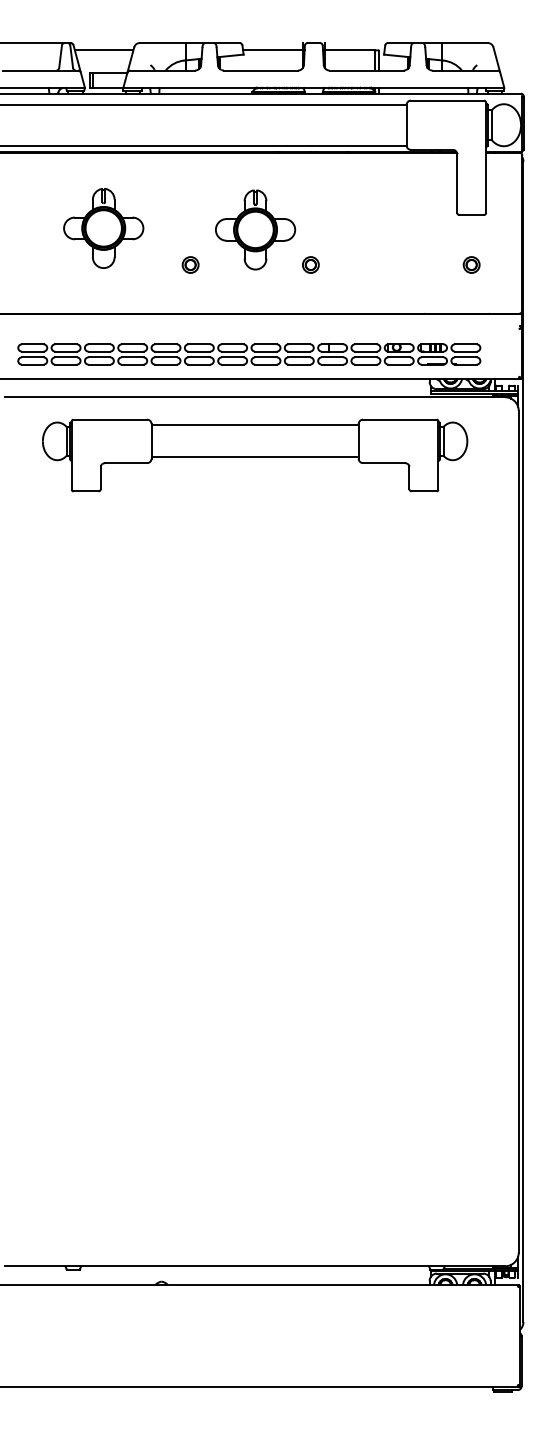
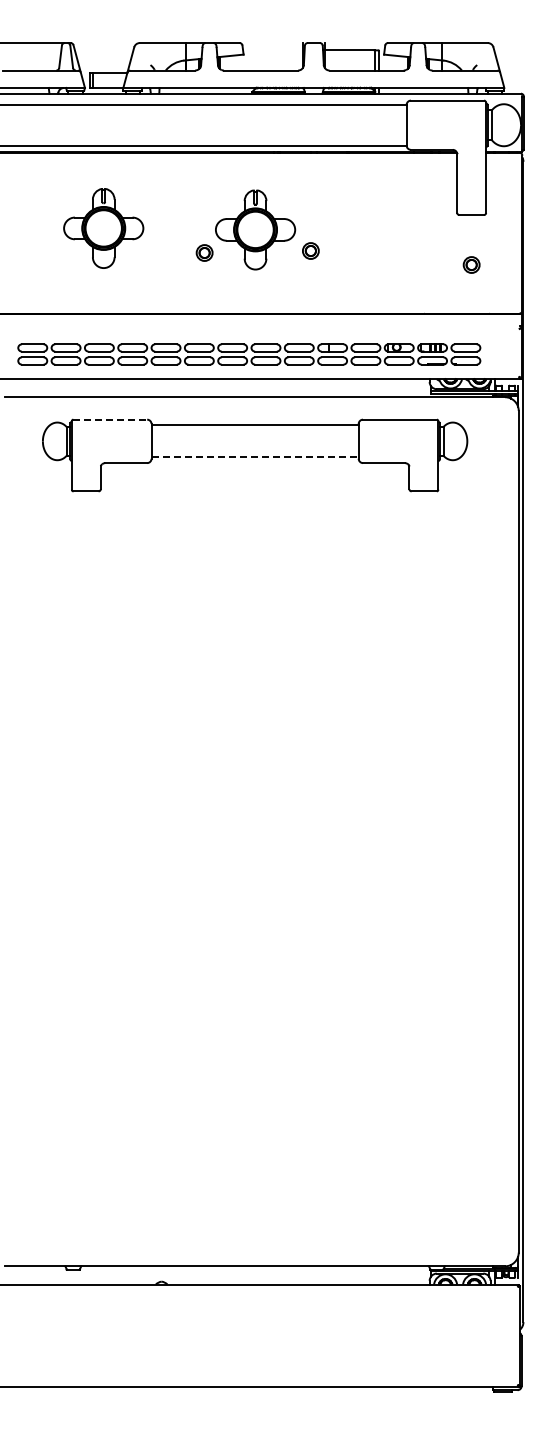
line at (103, 50): present -> none
line at (273, 50): present -> none
part at (190, 264) position: (190, 264) -> (204, 252)
part at (310, 264) position: (310, 264) -> (310, 250)
line at (110, 419): solid -> dashed
line at (255, 457): solid -> dashed
